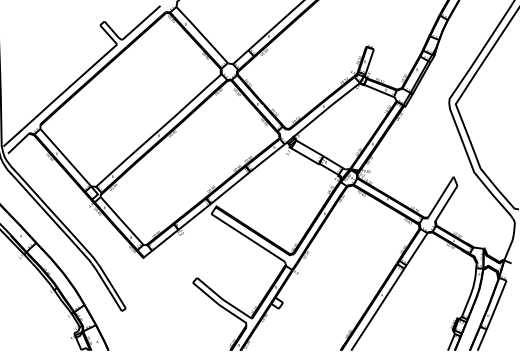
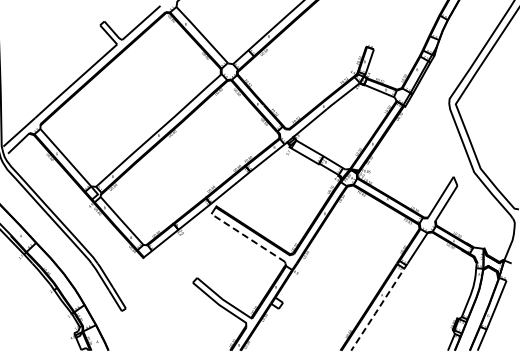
line at (248, 237): solid -> dashed
line at (379, 306): solid -> dashed
